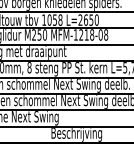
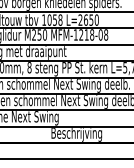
line at (66, 159): none -> present
